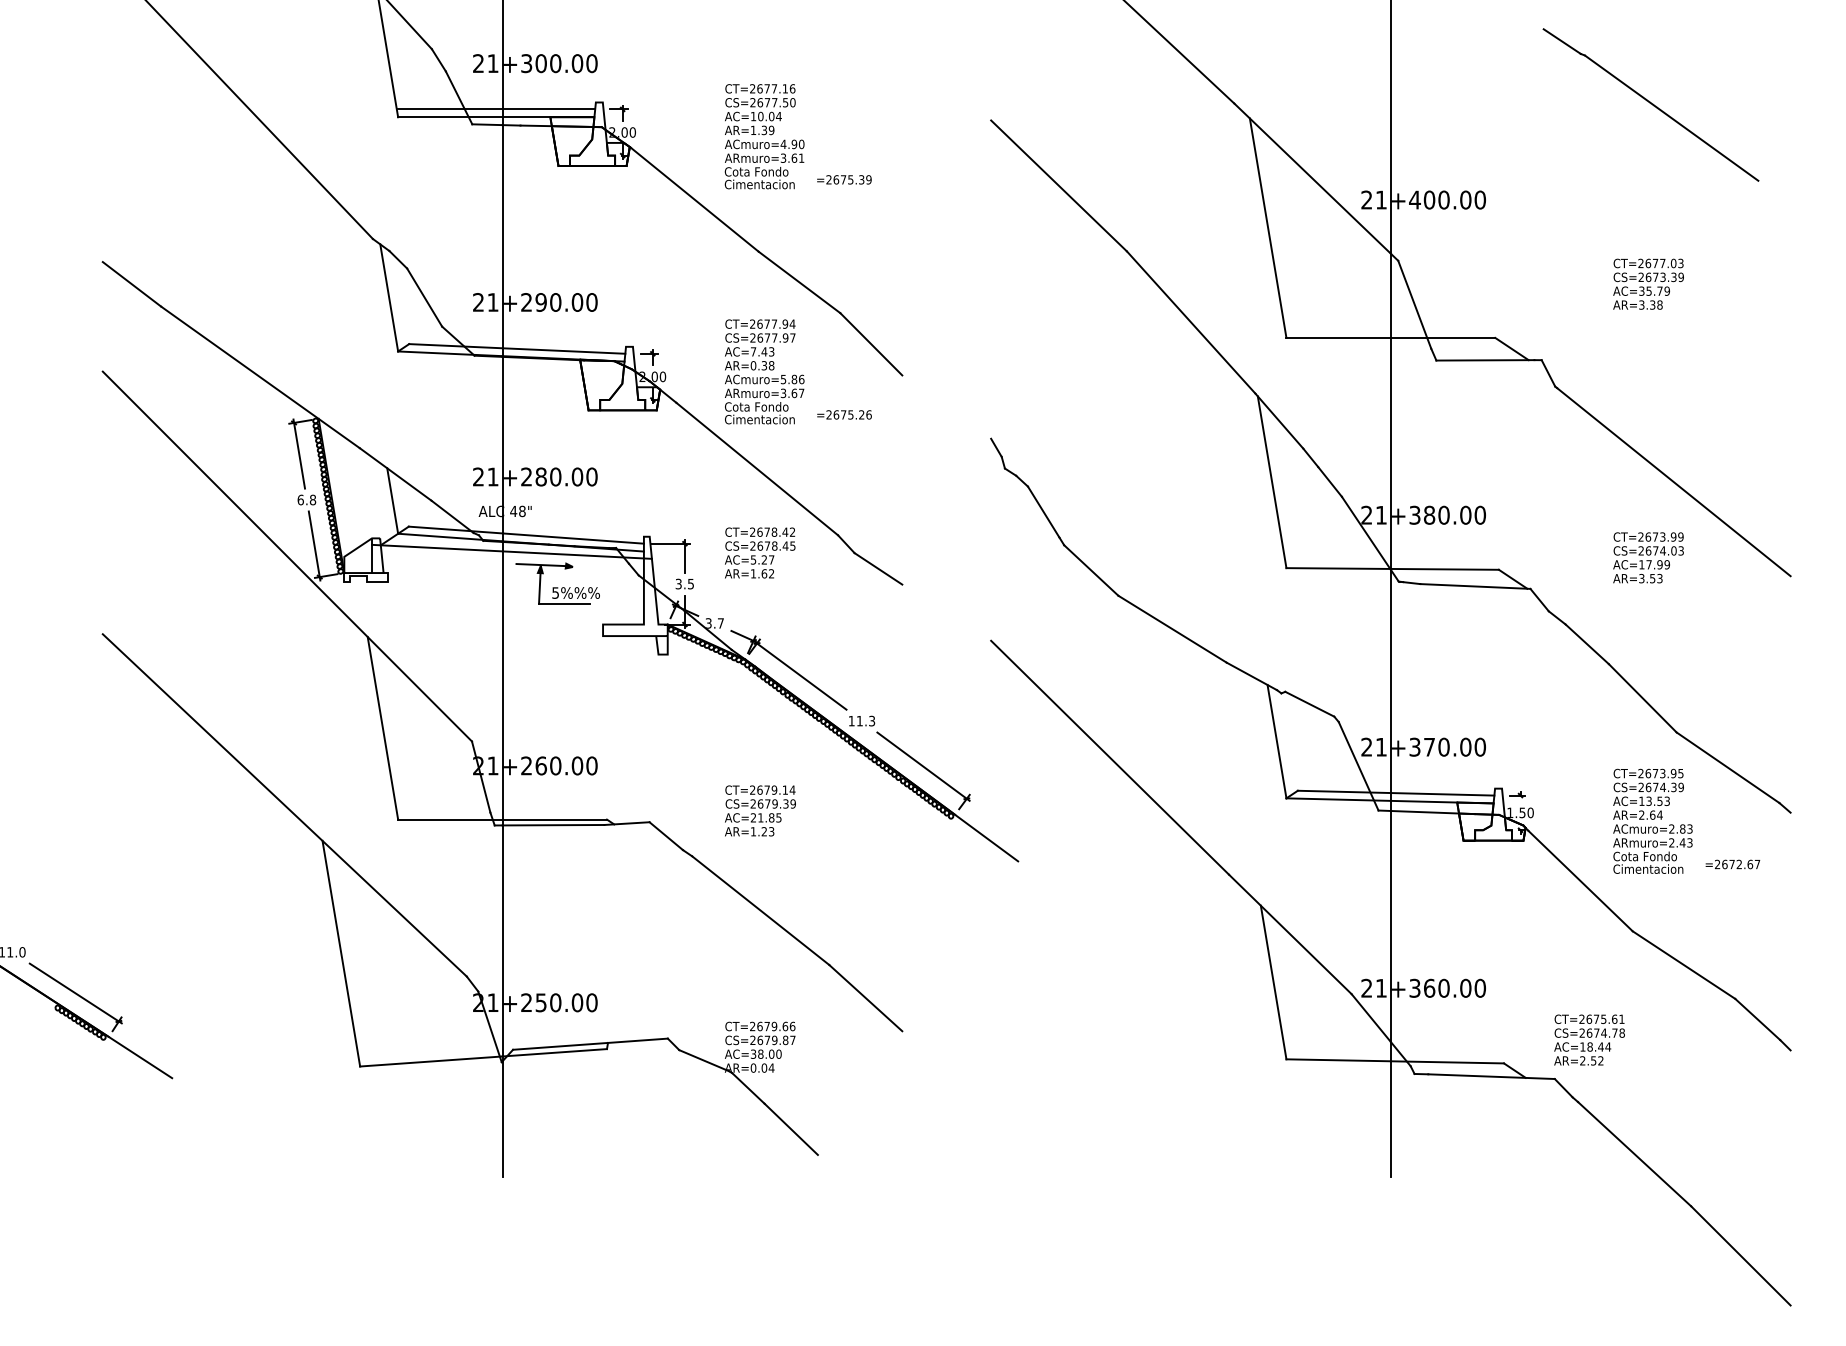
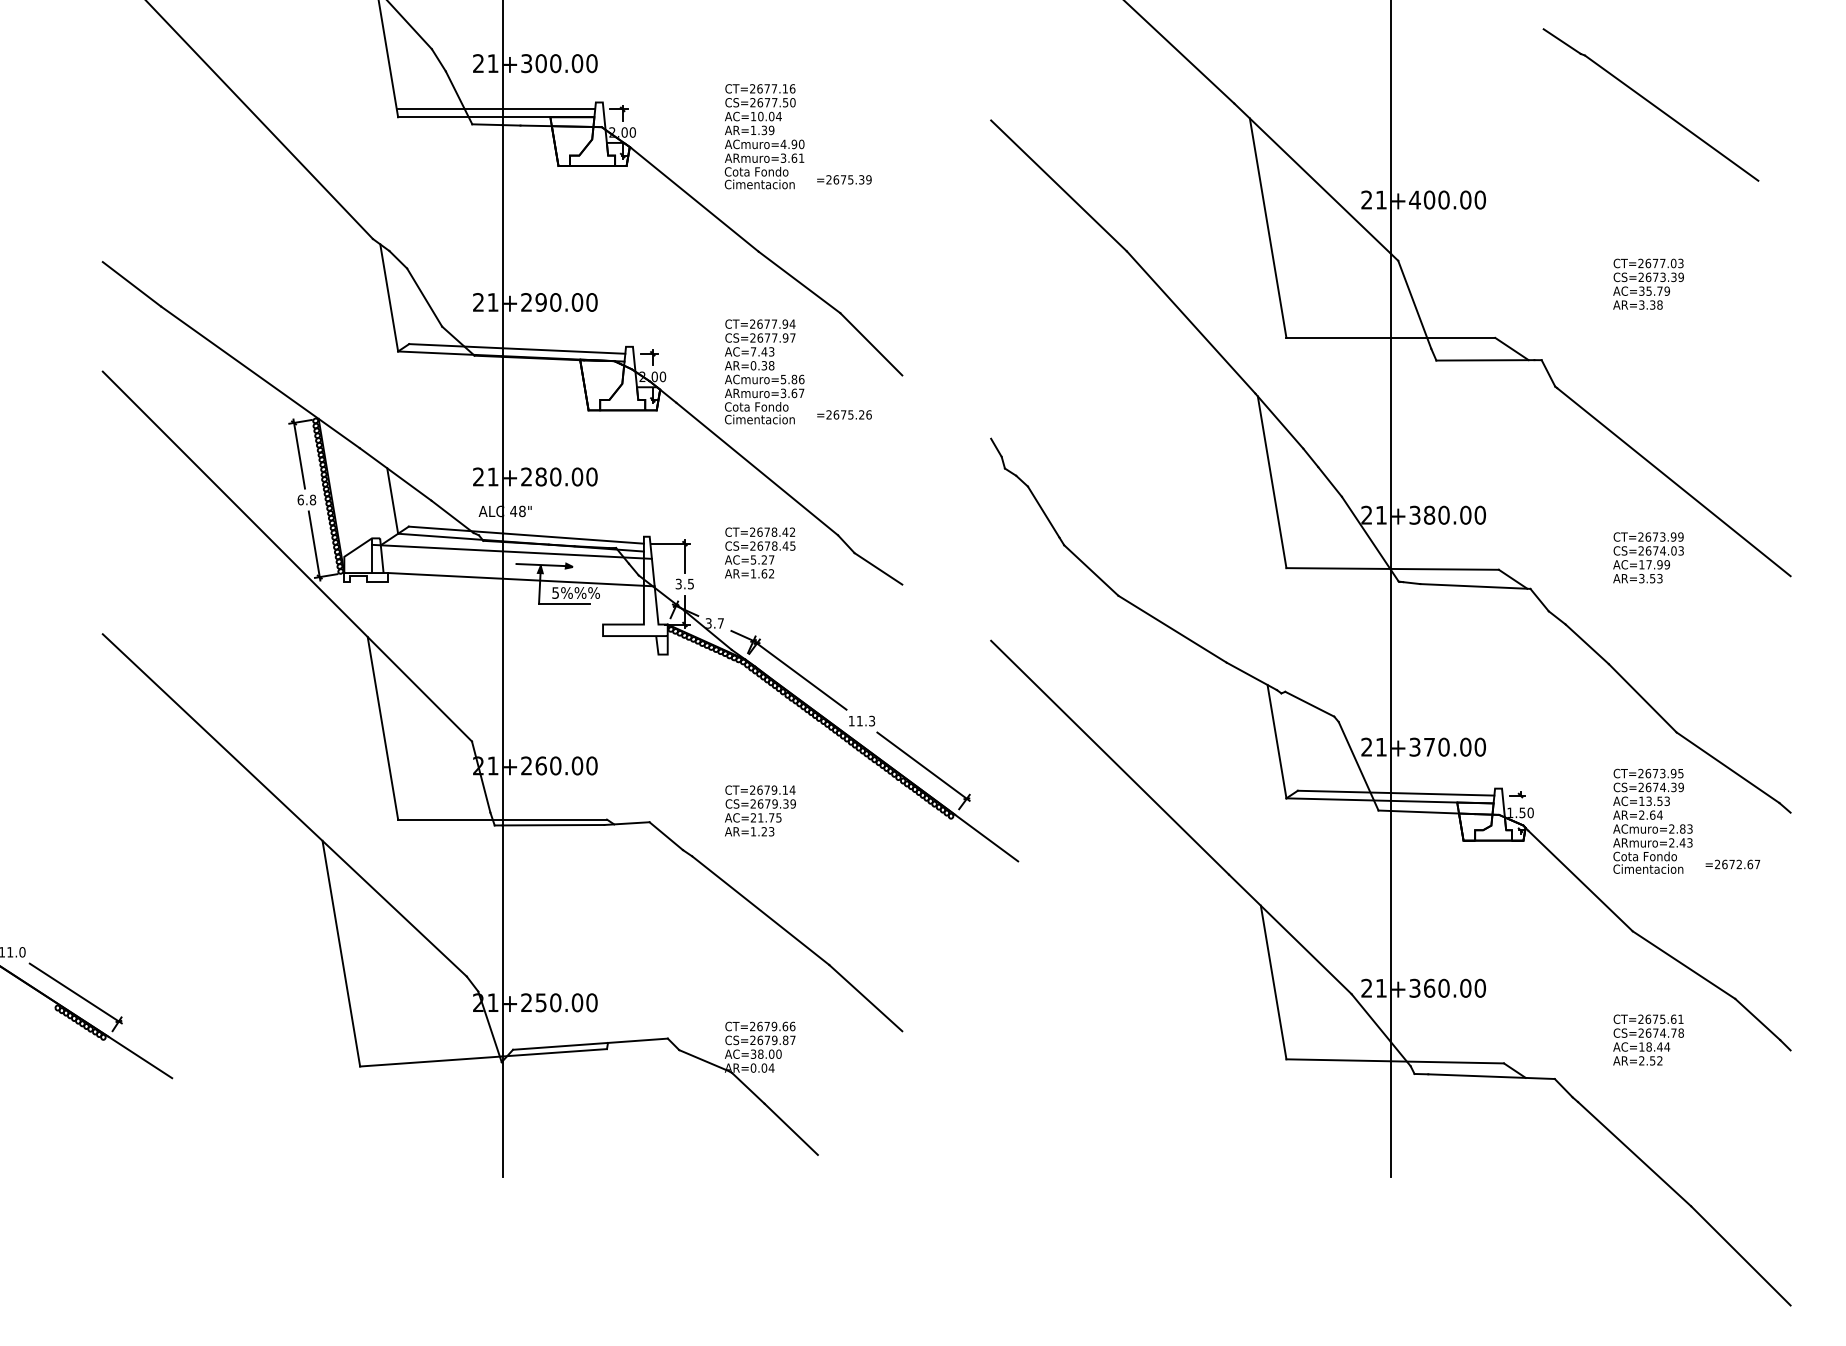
line at (521, 579): none -> present
text at (771, 817): AC=21.85 -> AC=21.75
text at (1589, 1039) position: (1589, 1039) -> (1648, 1039)
